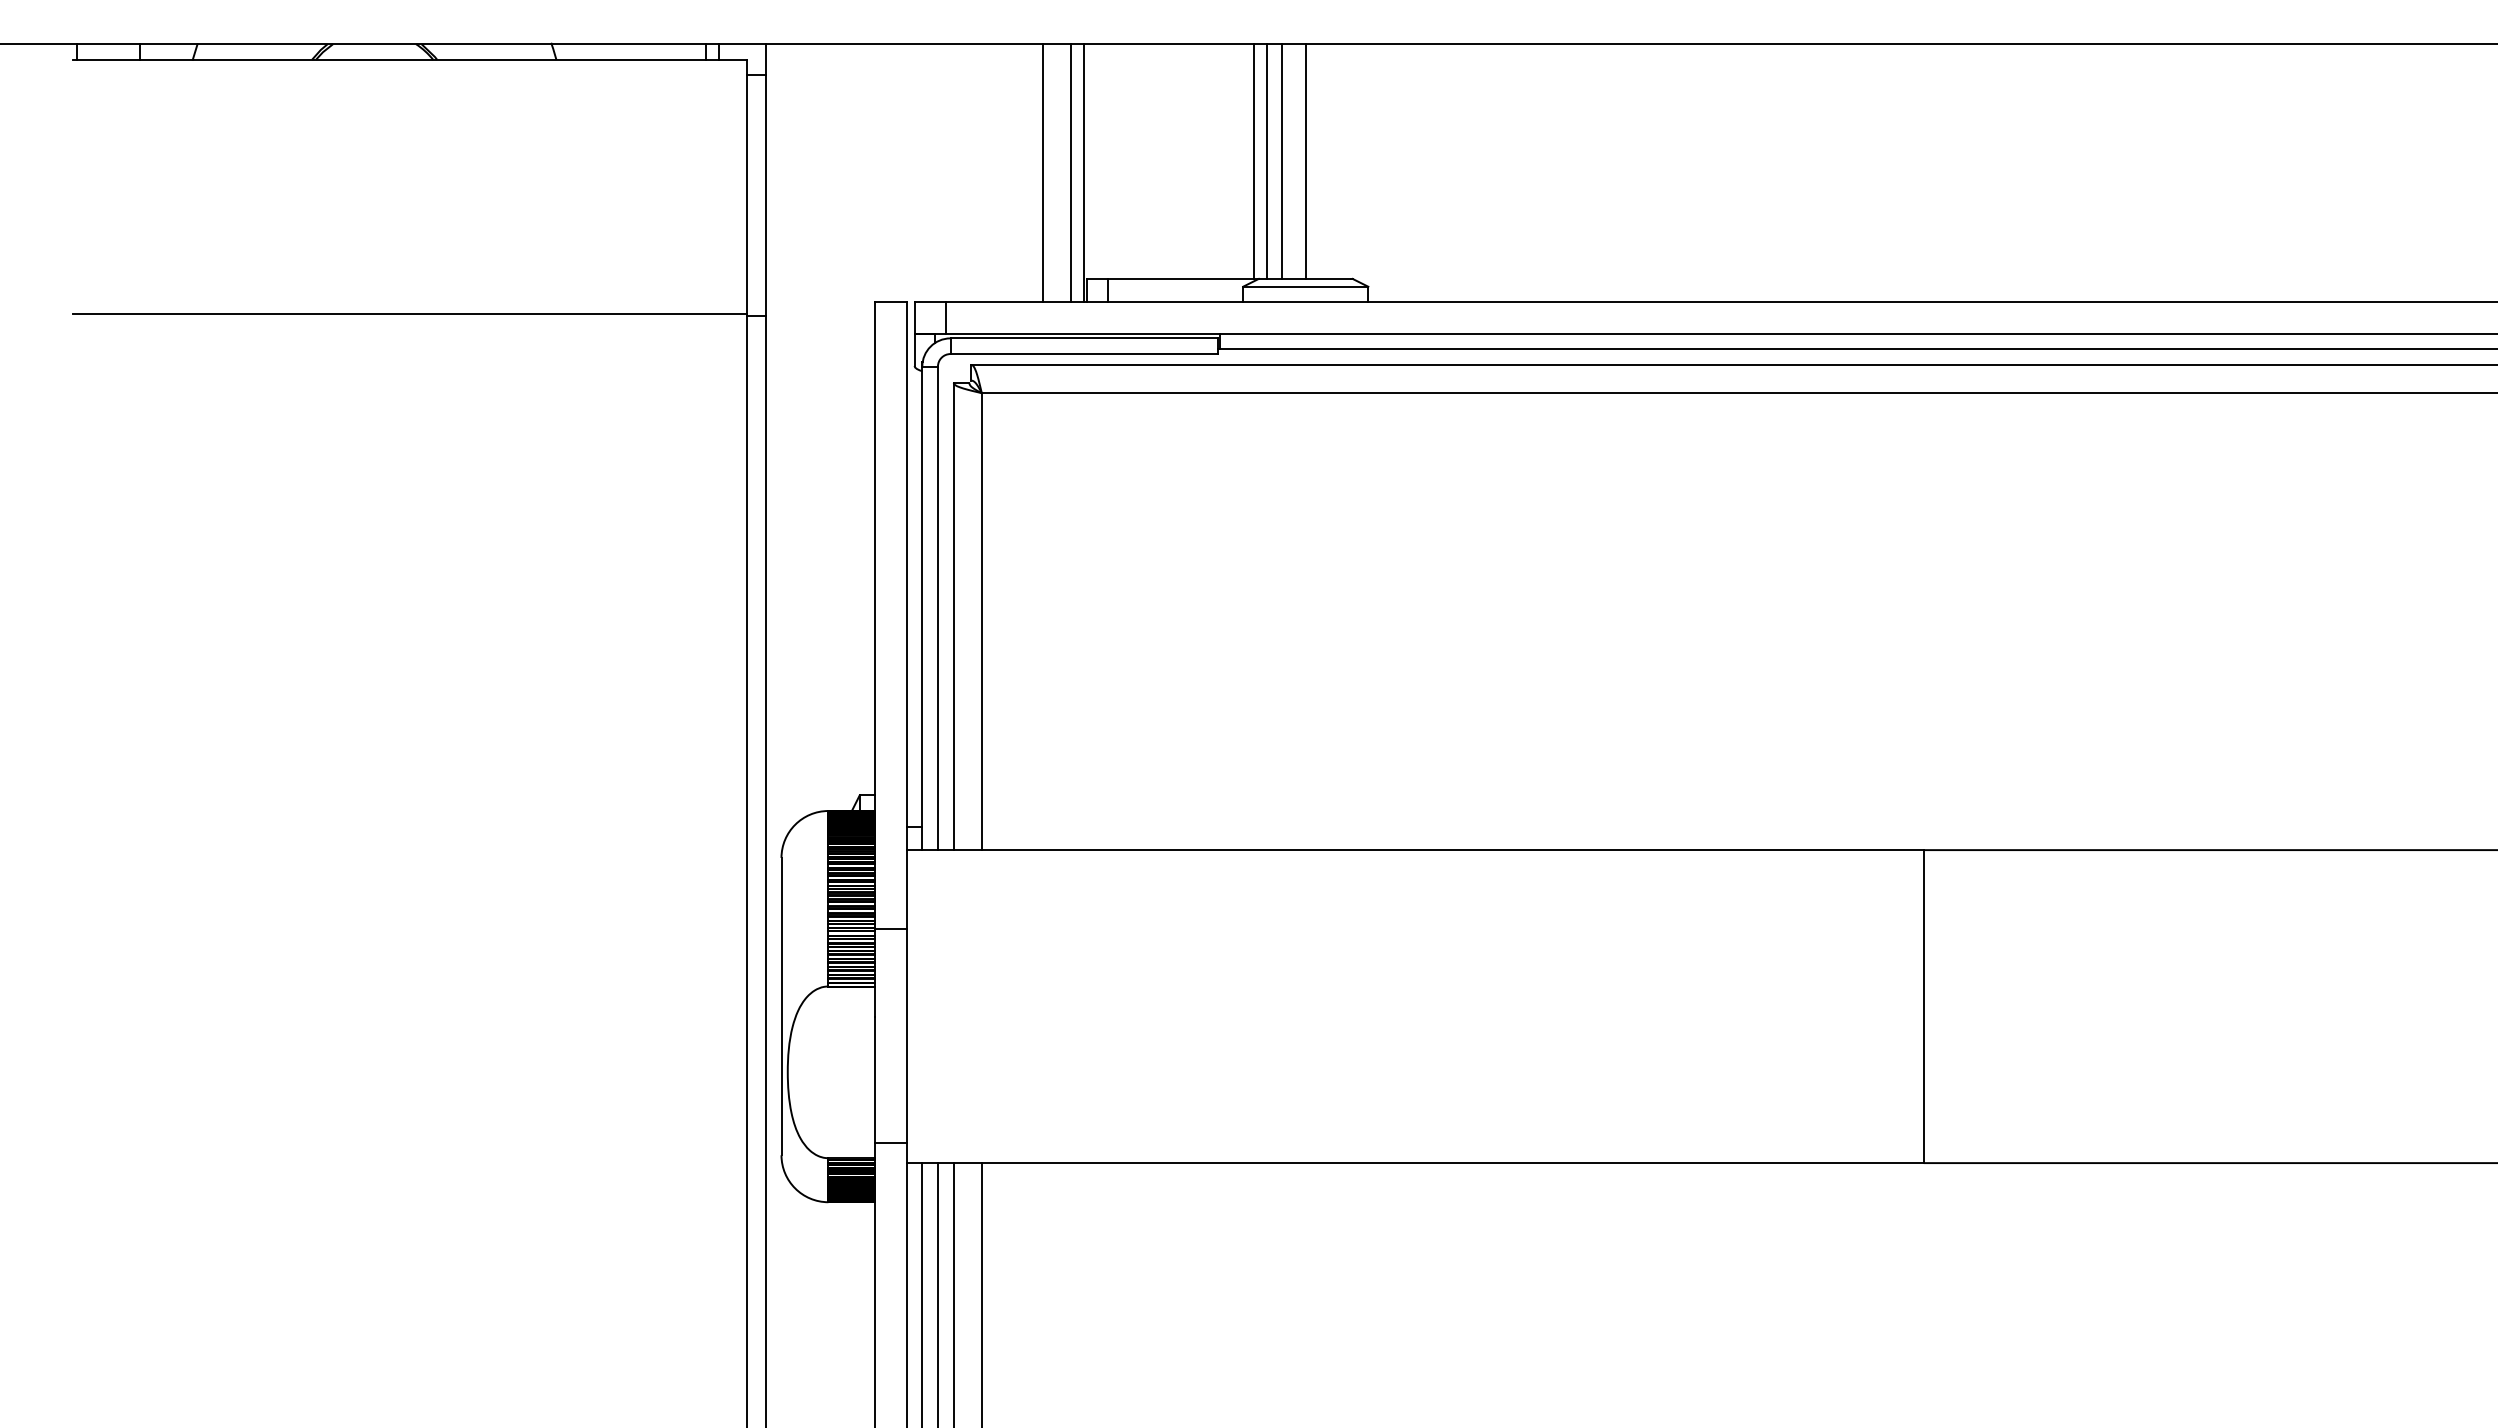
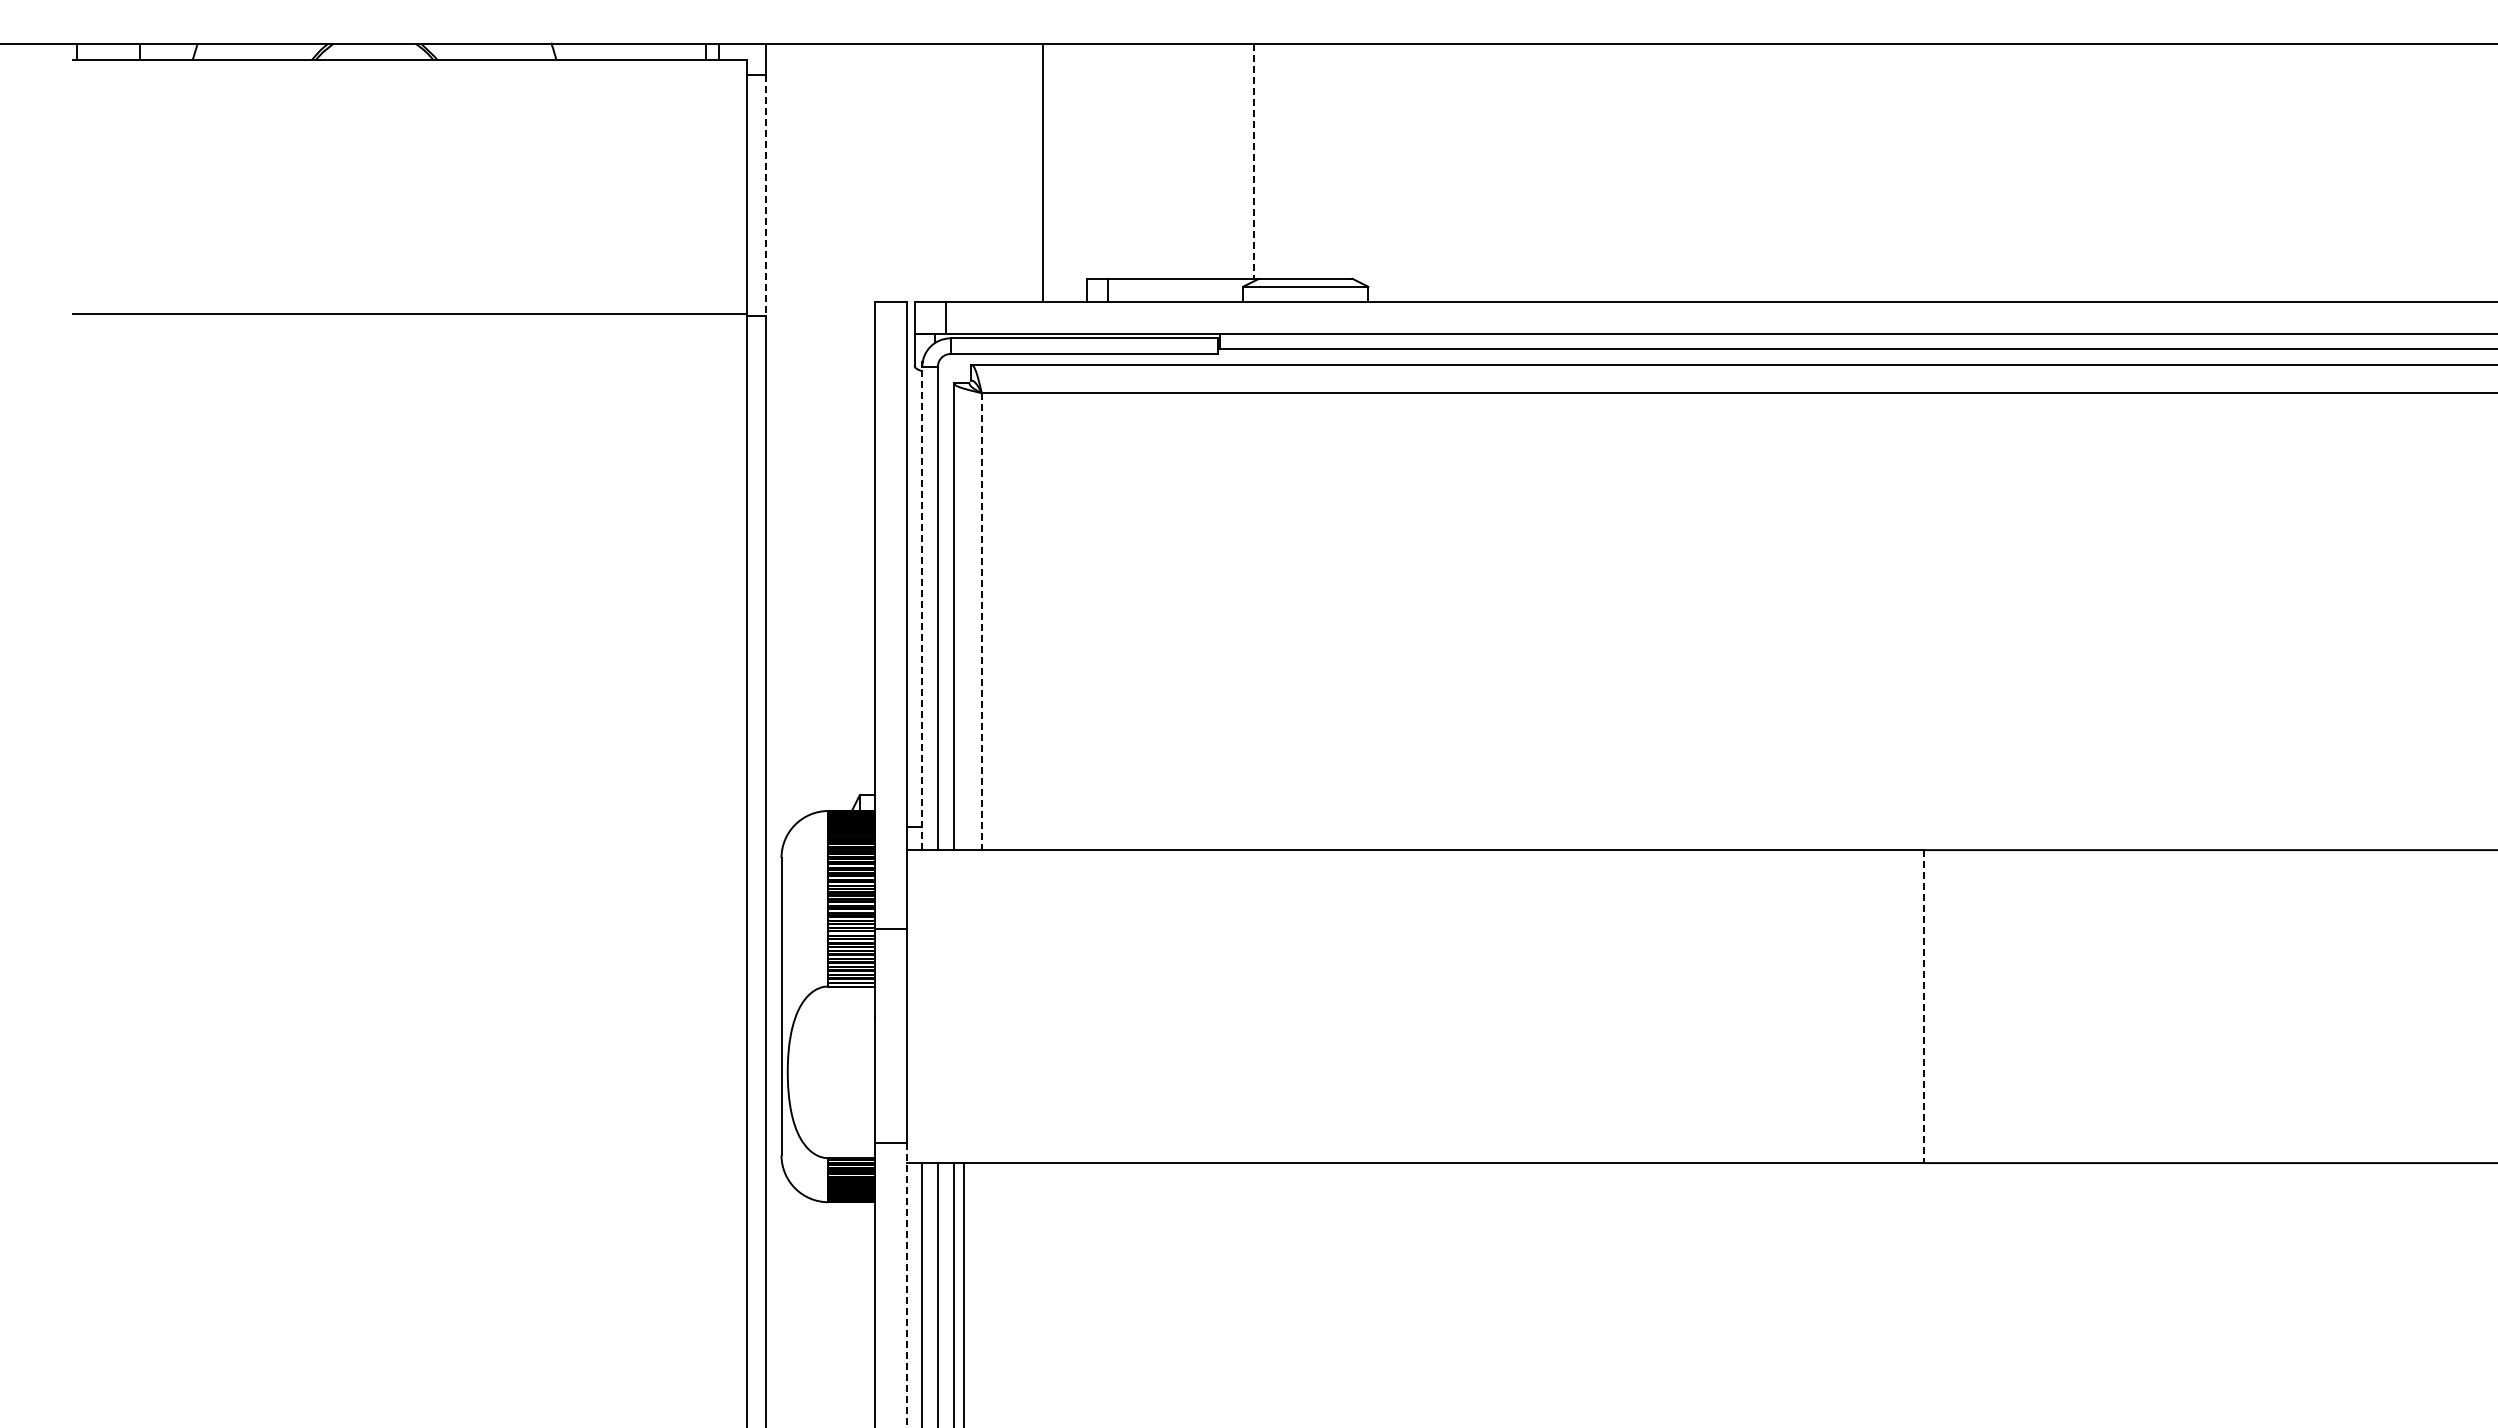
line at (1266, 161): present -> none
line at (1282, 161): present -> none
line at (1305, 161): present -> none
line at (1254, 162): solid -> dashed
line at (1070, 173): present -> none
line at (1083, 173): present -> none
line at (765, 196): solid -> dashed
line at (922, 608): solid -> dashed
line at (981, 622): solid -> dashed
line at (1923, 1007): solid -> dashed
line at (906, 1284): solid -> dashed
line at (981, 1293) position: (981, 1293) -> (963, 1293)
